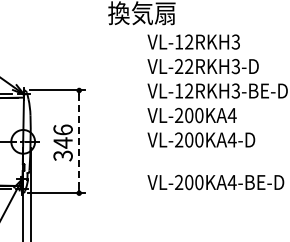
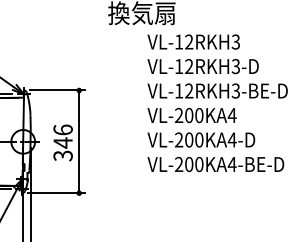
text at (179, 66): VL-22RKH3-D -> VL-12RKH3-D
line at (79, 141): dashed -> solid
text at (215, 182) position: (215, 182) -> (215, 164)
